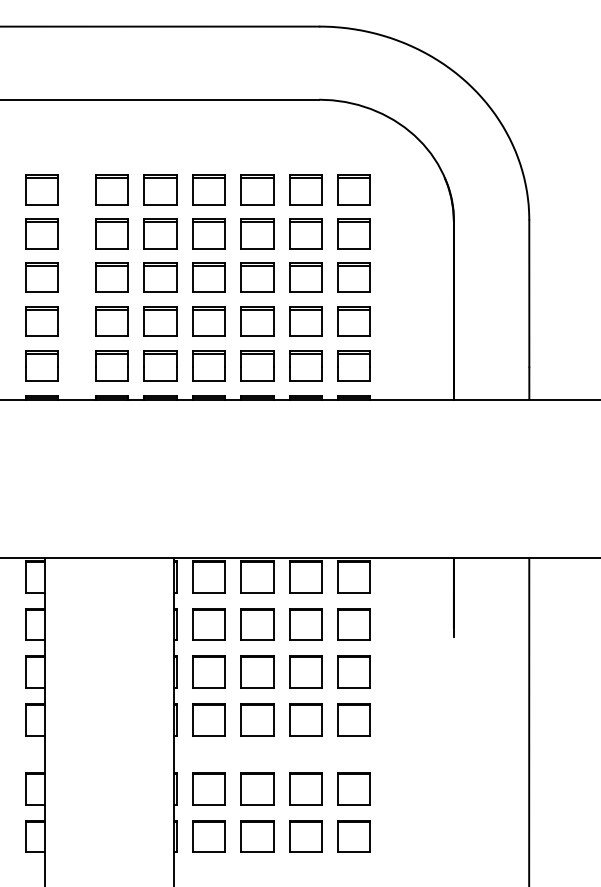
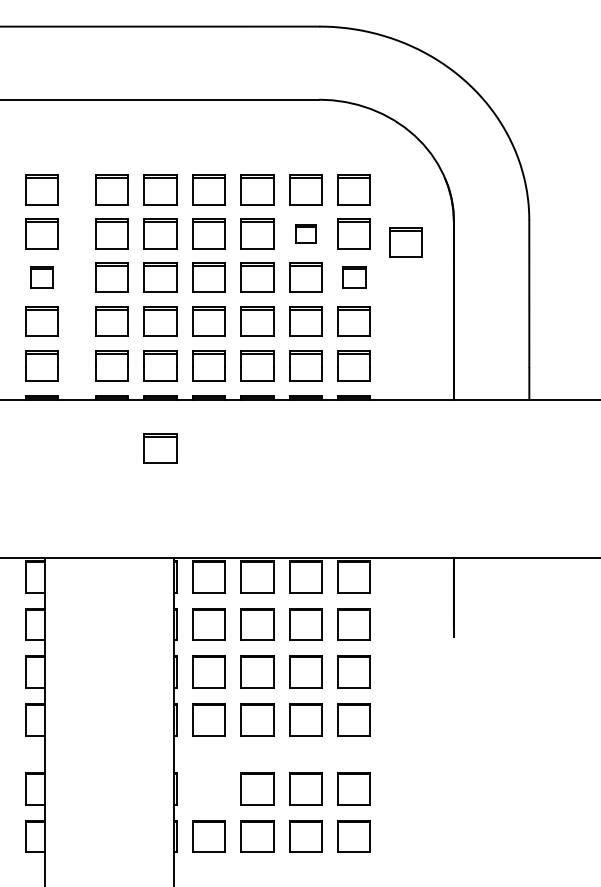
part at (305, 233) size: 34x32 px -> 22x20 px
part at (405, 242): none -> present
part at (41, 277) size: 34x31 px -> 24x23 px
part at (353, 277) size: 34x31 px -> 25x23 px
part at (160, 448): none -> present
line at (529, 720): present -> none
part at (208, 788): present -> none
